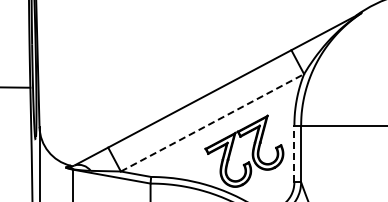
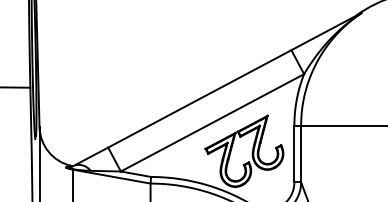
line at (212, 122): dashed -> solid
line at (294, 153): dashed -> solid
